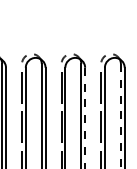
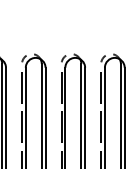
line at (120, 116): dashed -> solid
line at (85, 118): dashed -> solid
